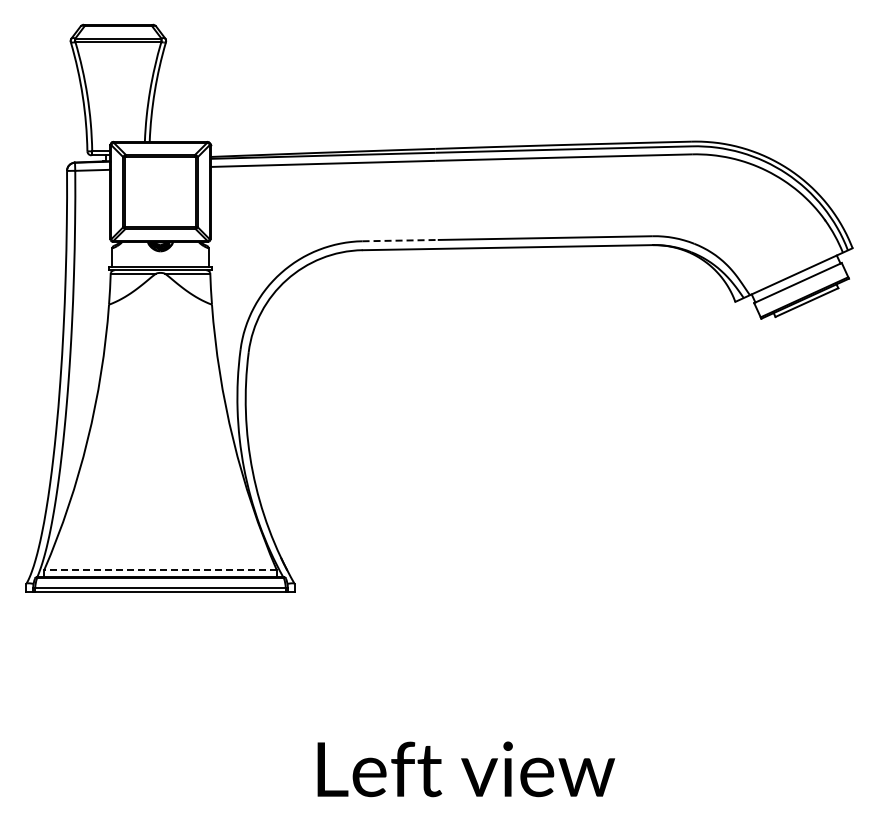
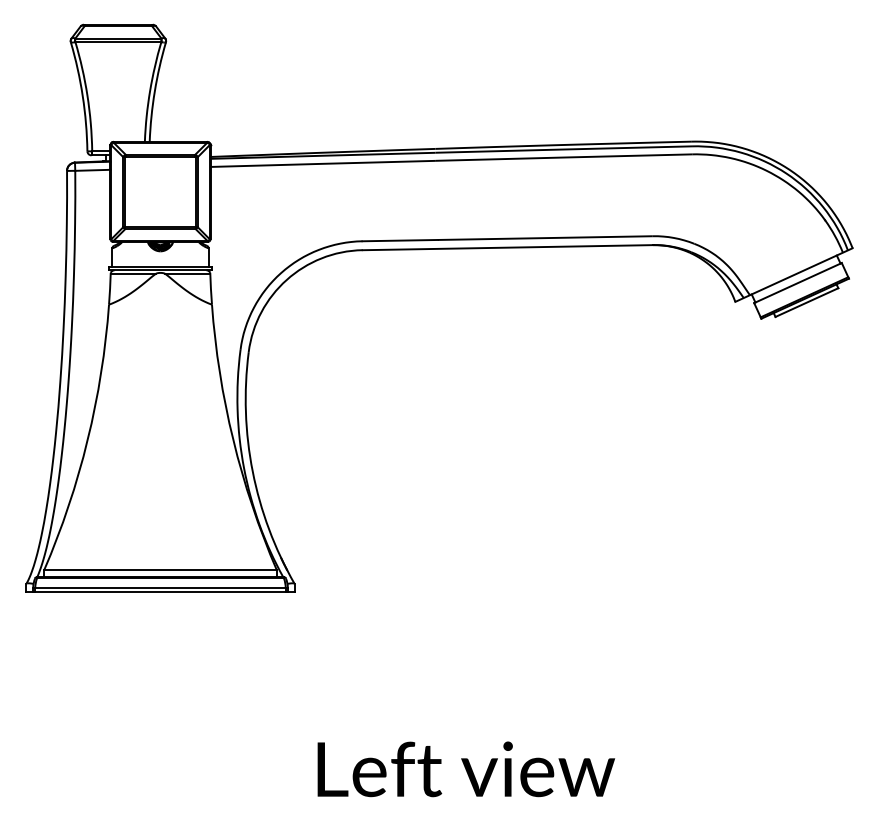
line at (400, 240): dashed -> solid
line at (160, 570): dashed -> solid
